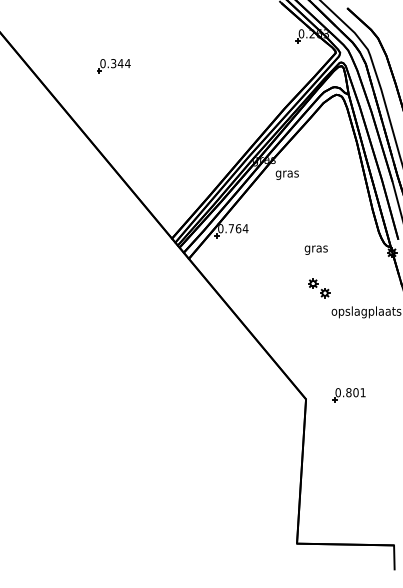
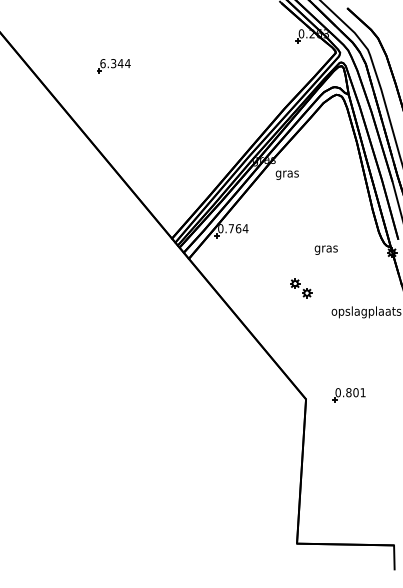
text at (102, 63): 0.344 -> 6.344
text at (315, 249) position: (315, 249) -> (325, 249)
part at (319, 288) position: (319, 288) -> (301, 288)
